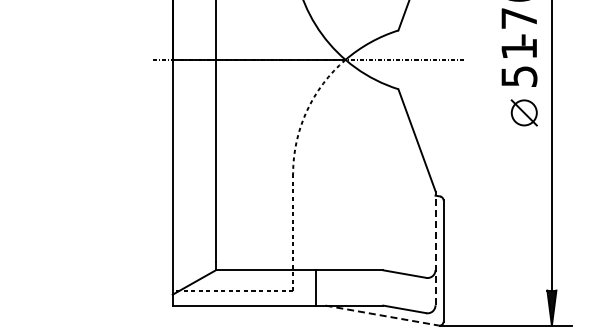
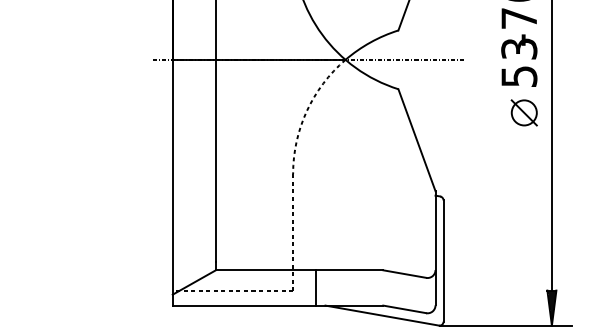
text at (519, 48): 51 -> 53
line at (435, 247): dashed -> solid
line at (382, 315): dashed -> solid
